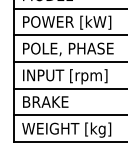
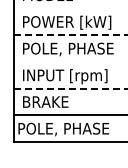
line at (69, 8): present -> none
line at (71, 35): solid -> dashed
line at (69, 62): present -> none
line at (71, 88): solid -> dashed
text at (64, 129): WEIGHT [kg] -> POLE, PHASE
